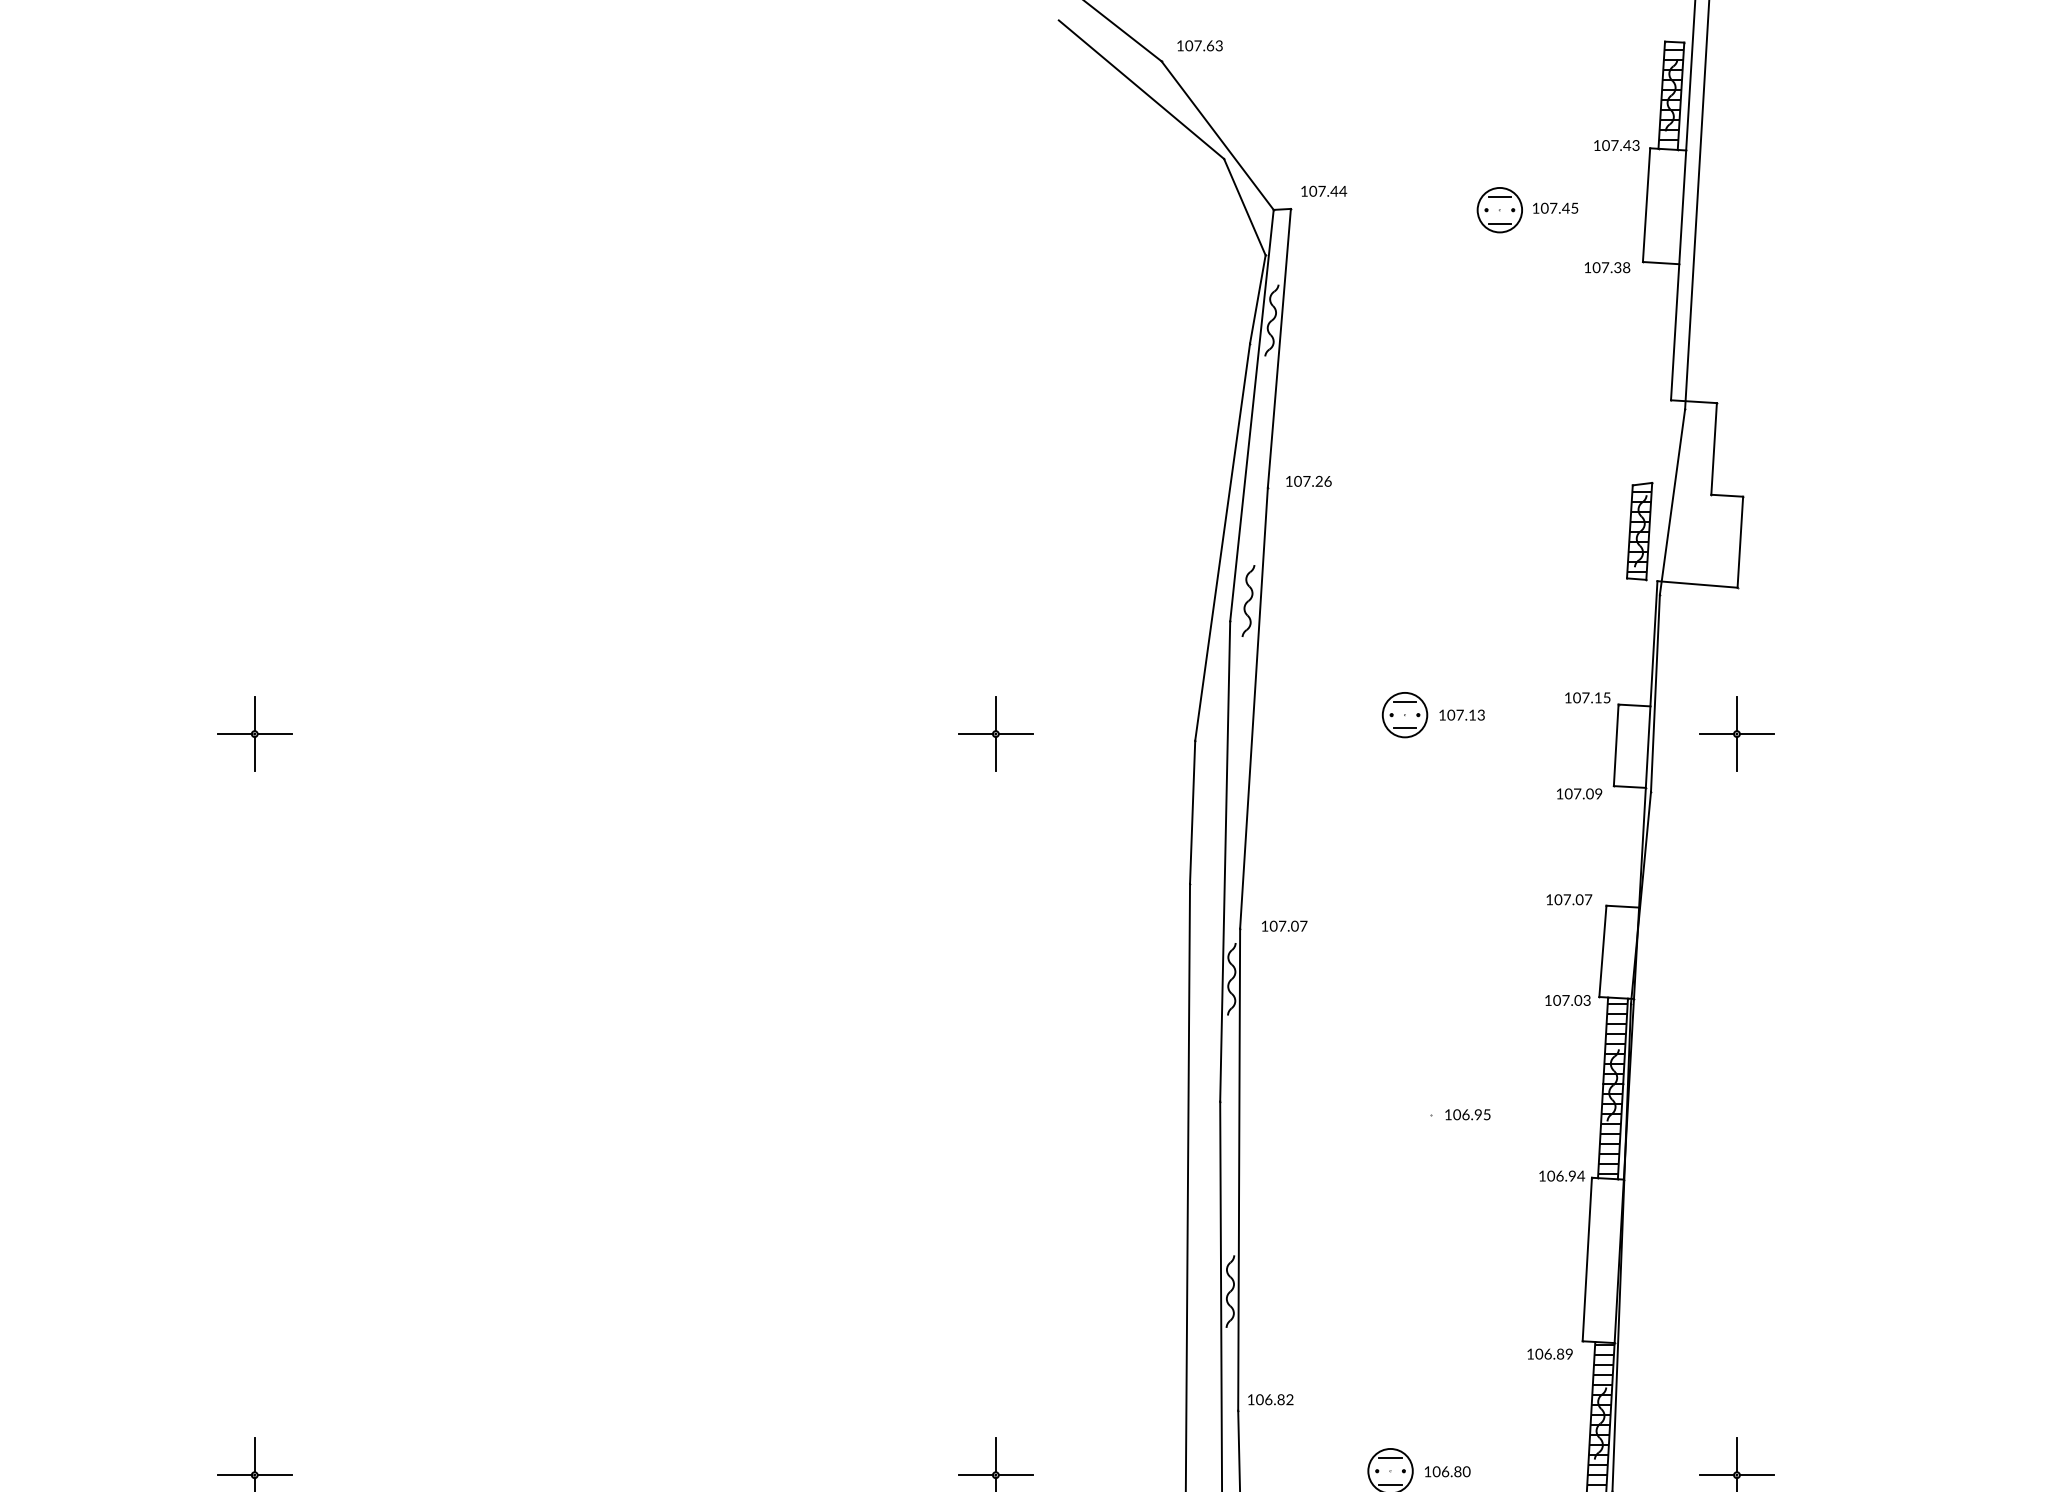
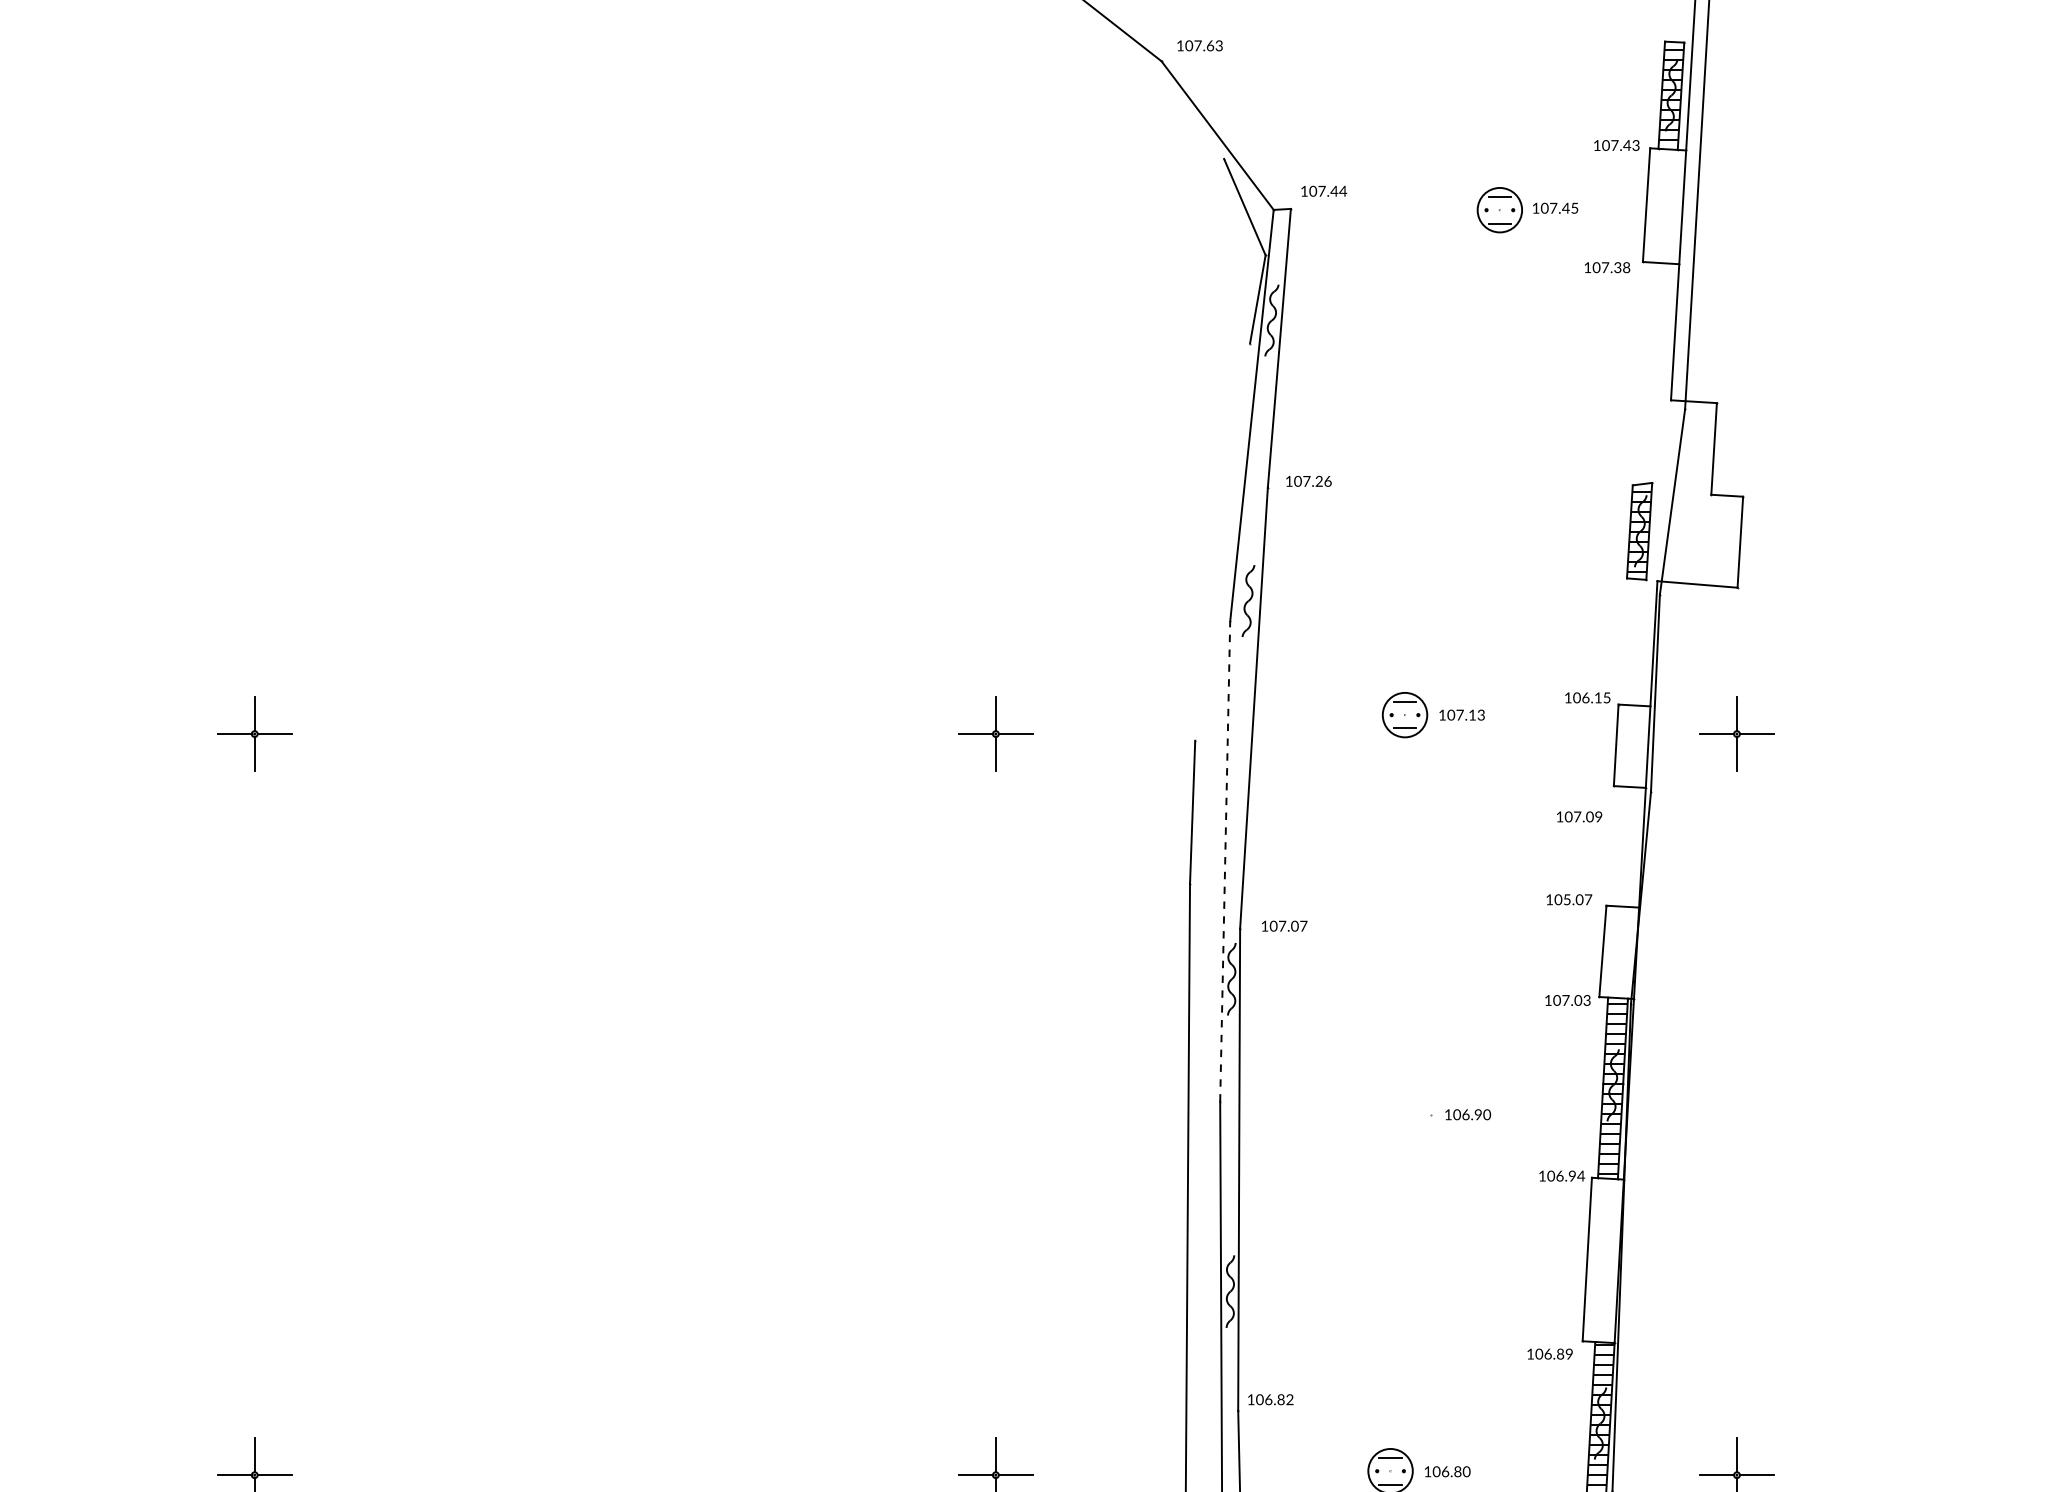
line at (1141, 89): present -> none
line at (1222, 541): present -> none
text at (1585, 697): 107.15 -> 106.15
text at (1579, 793) position: (1579, 793) -> (1579, 816)
line at (1225, 860): solid -> dashed
text at (1566, 899): 107.07 -> 105.07
text at (1487, 1114): 106.95 -> 106.90
